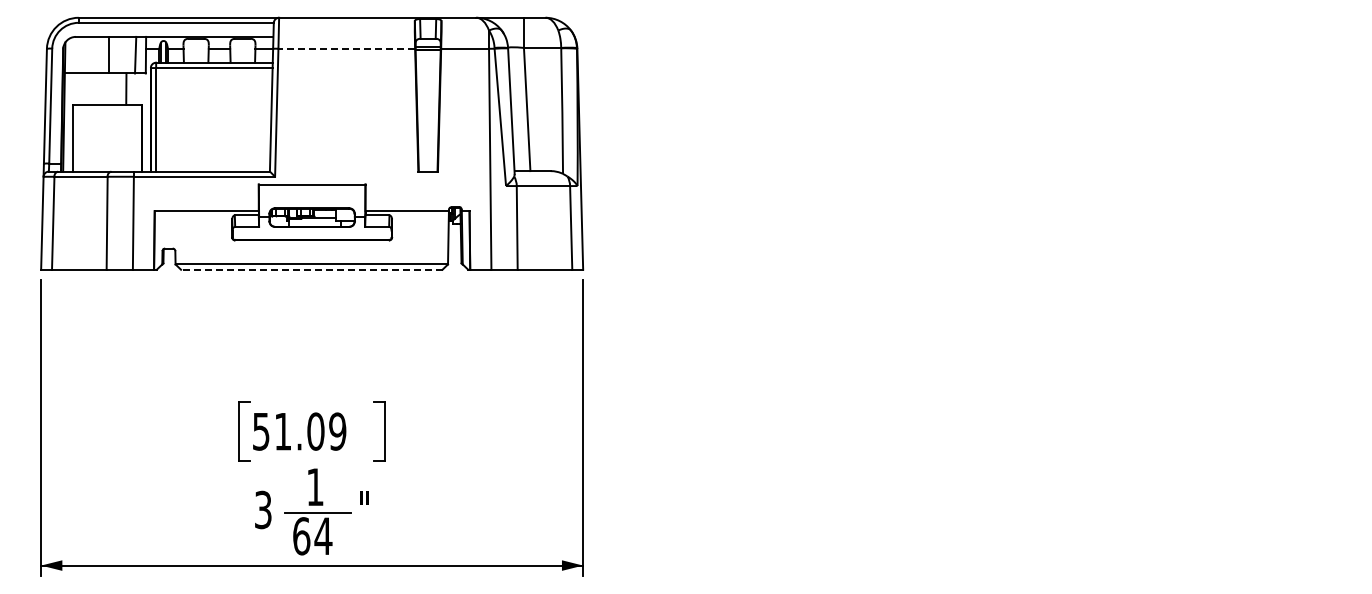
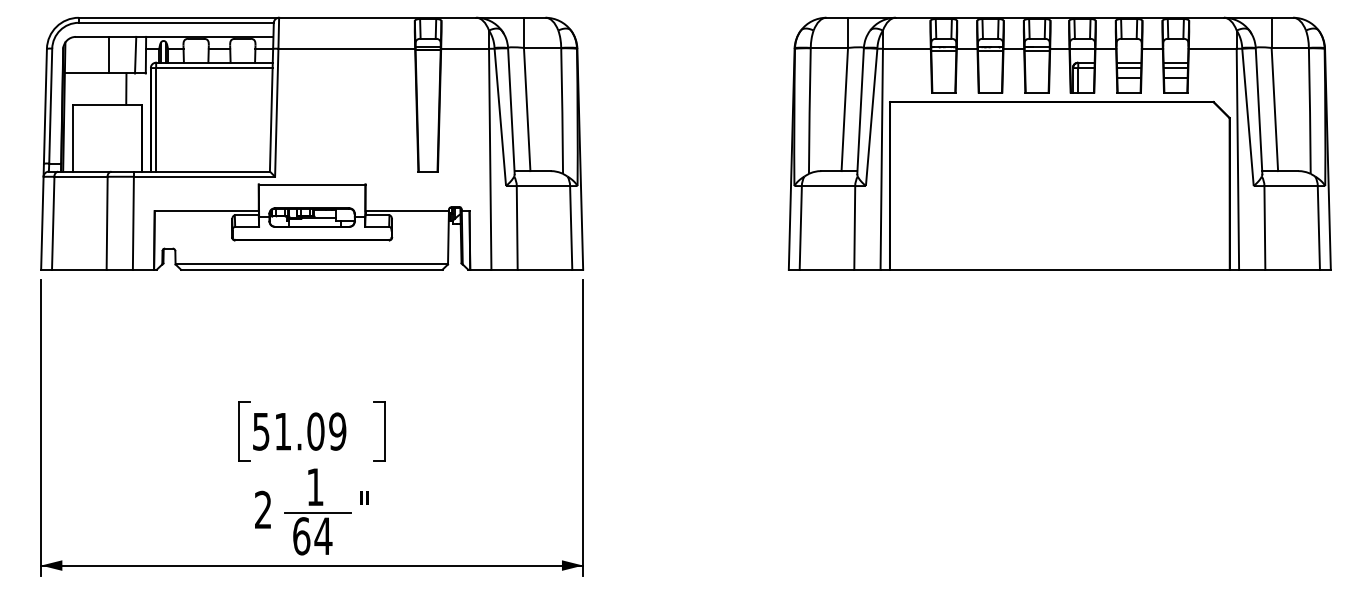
line at (346, 48): dashed -> solid
part at (1059, 143): none -> present
line at (311, 269): dashed -> solid
text at (263, 510): 3 -> 2
